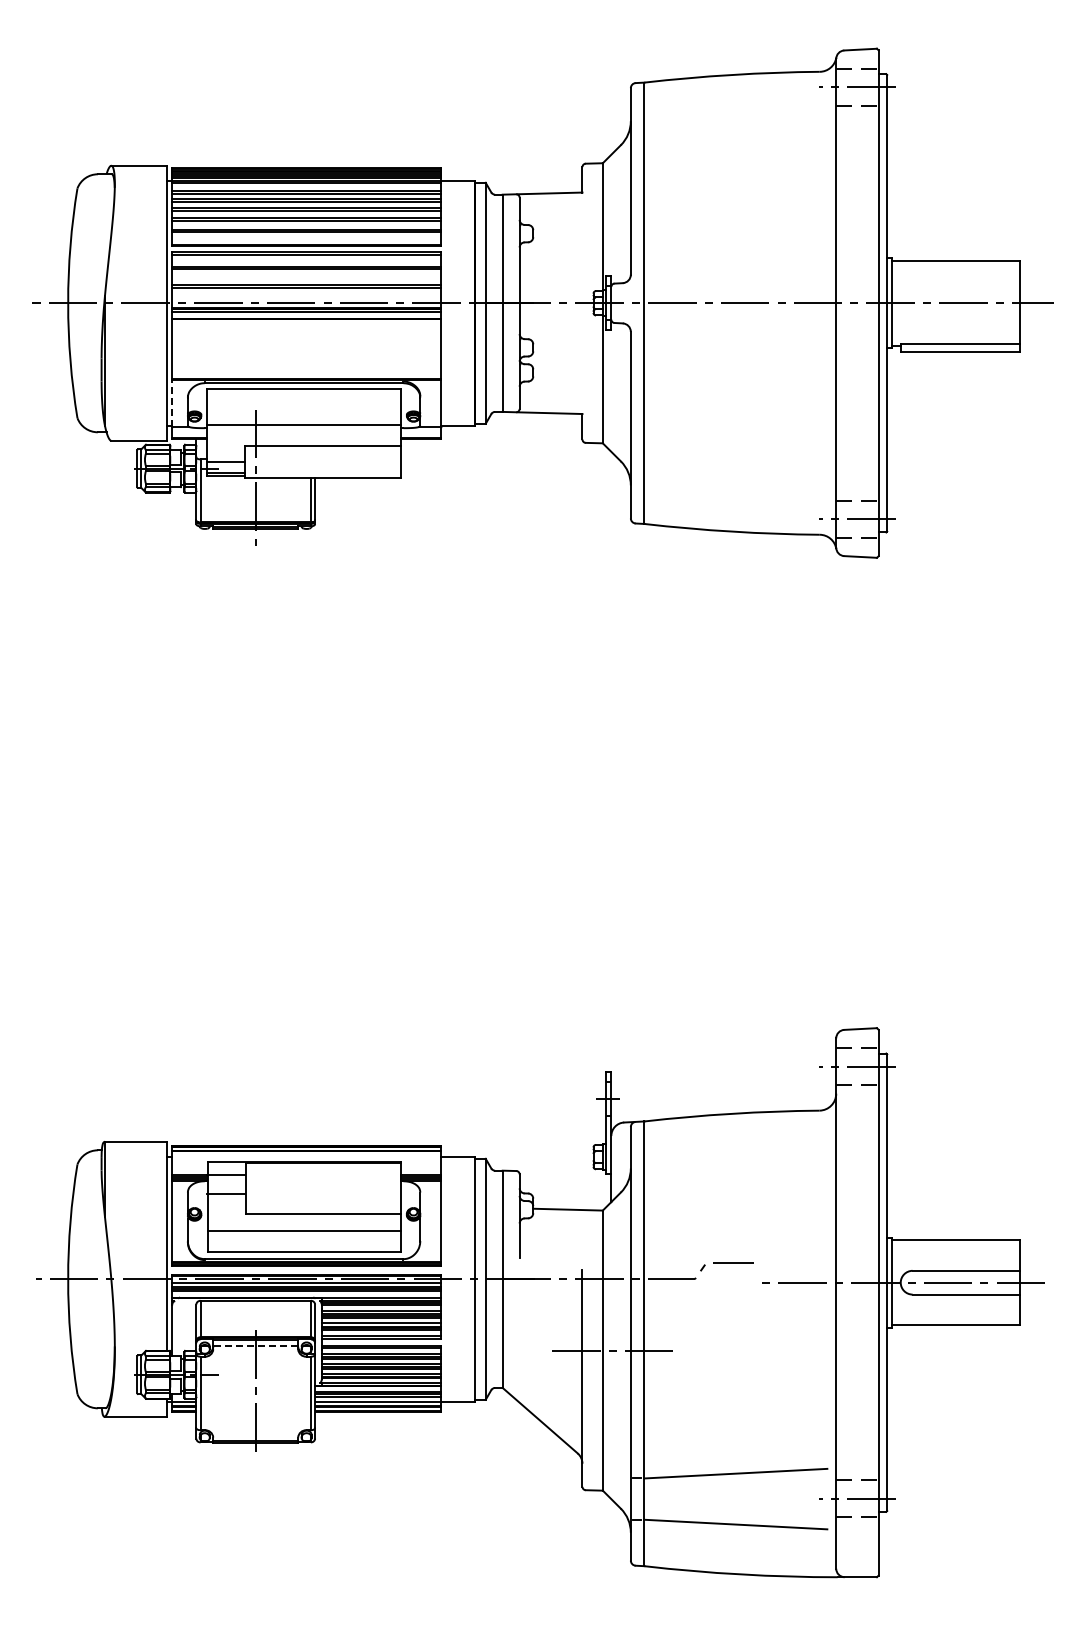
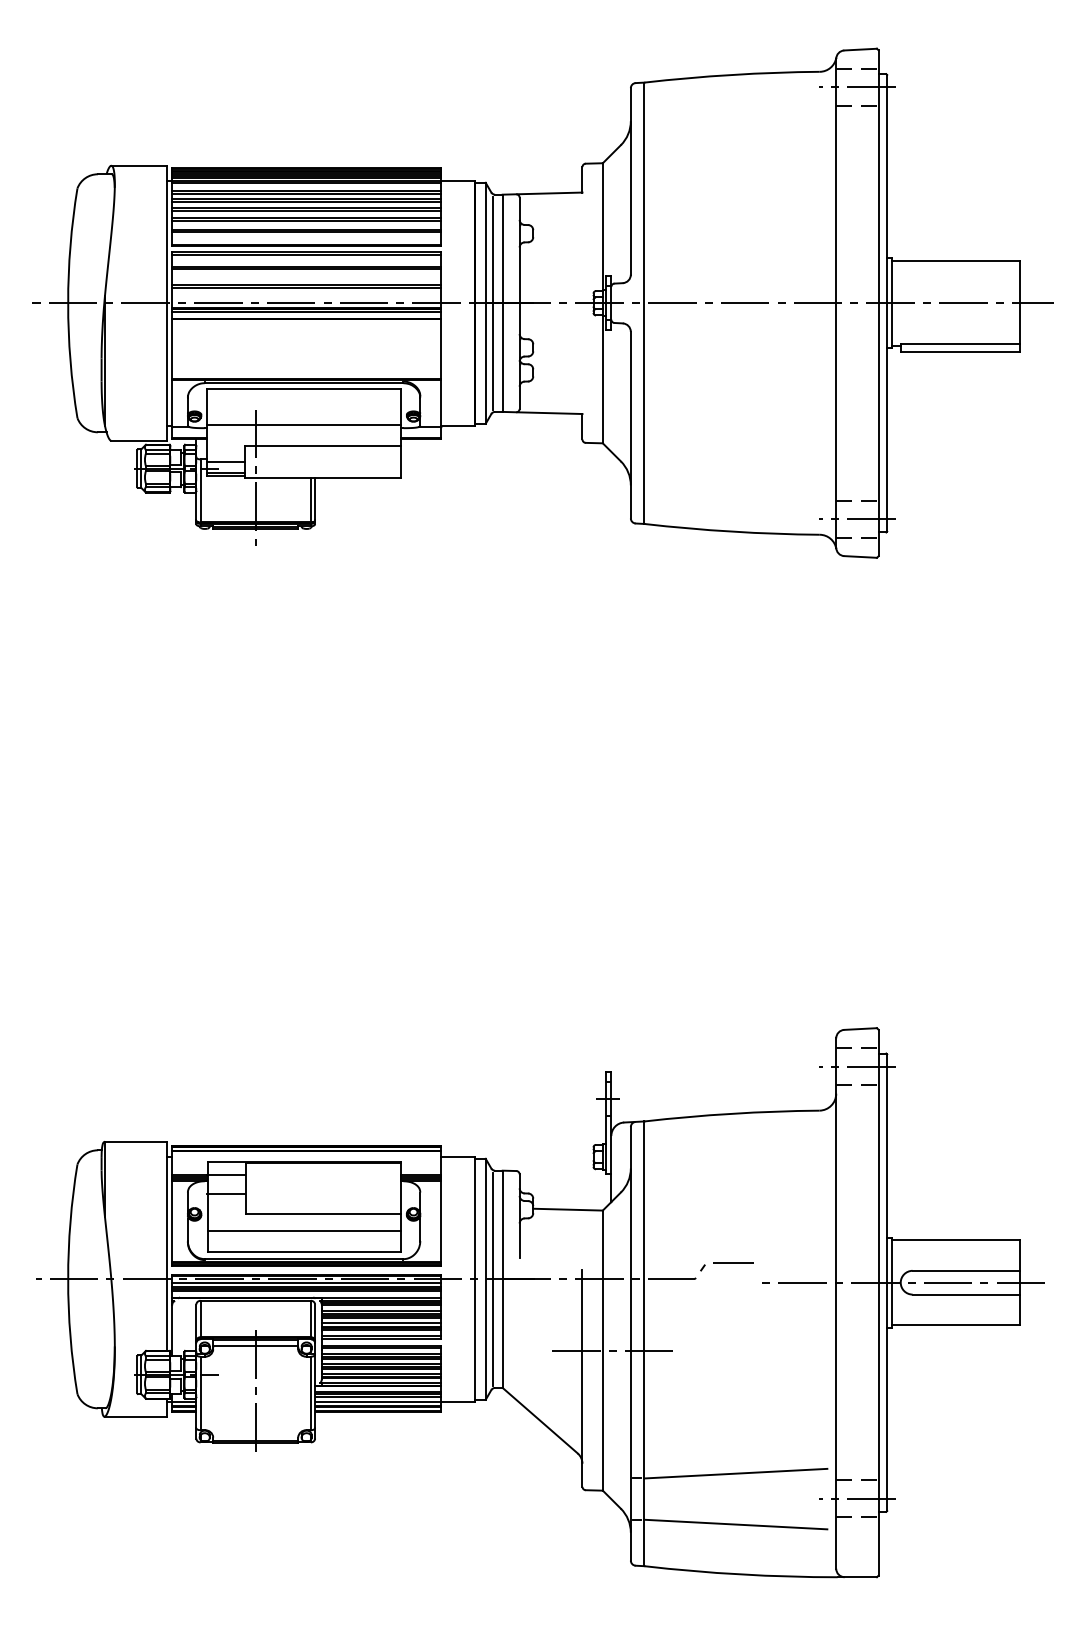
line at (493, 302): none -> present
line at (171, 402): dashed -> solid
line at (493, 1278): none -> present
line at (255, 1345): dashed -> solid
